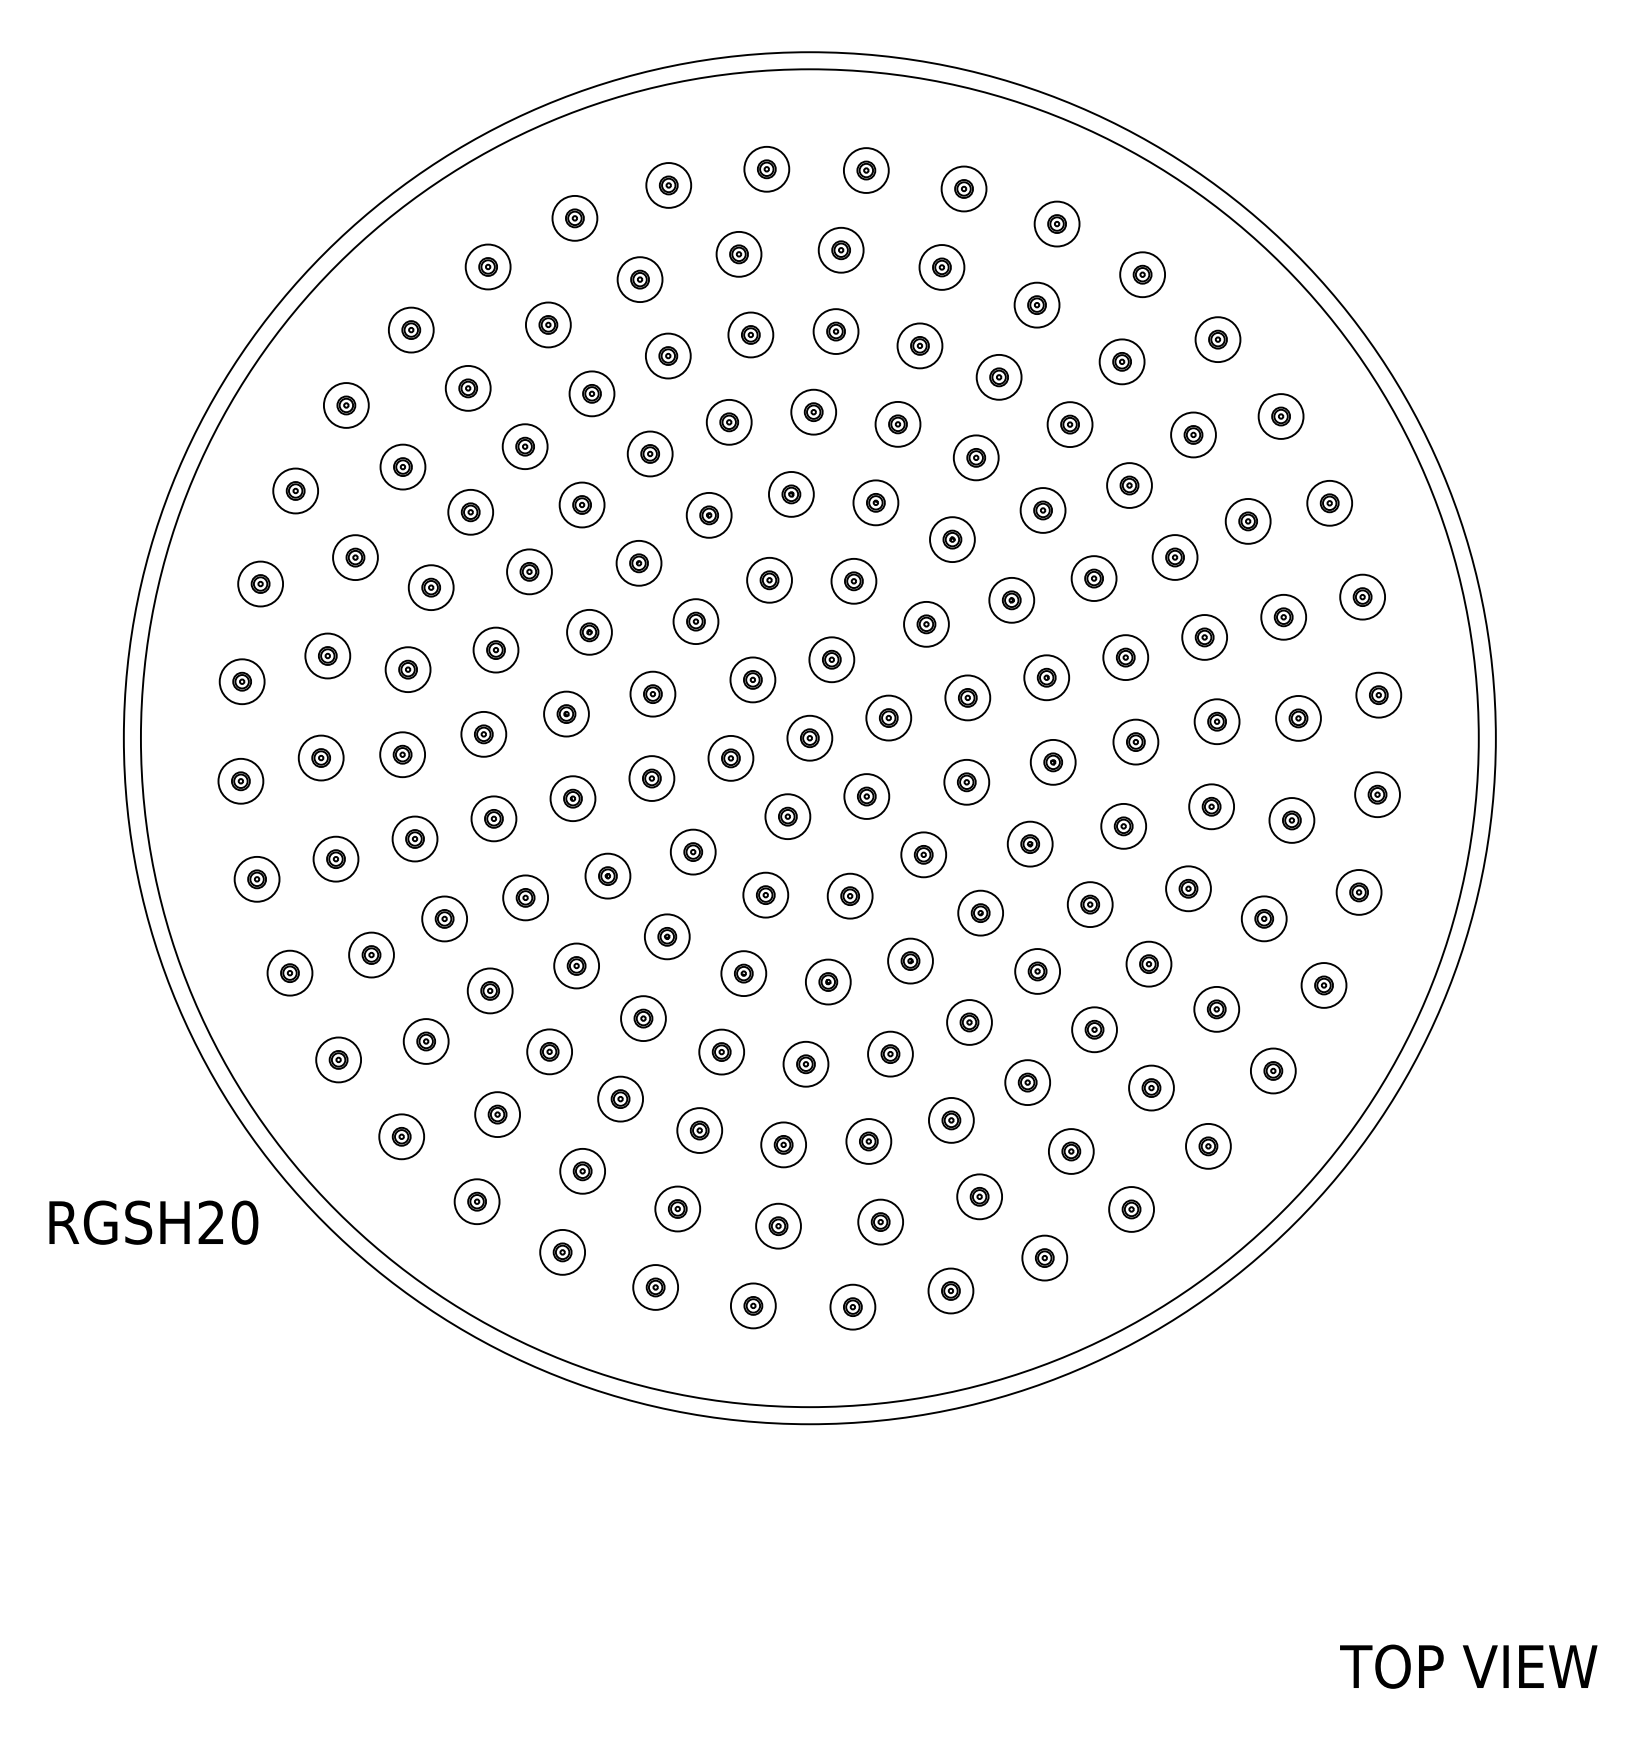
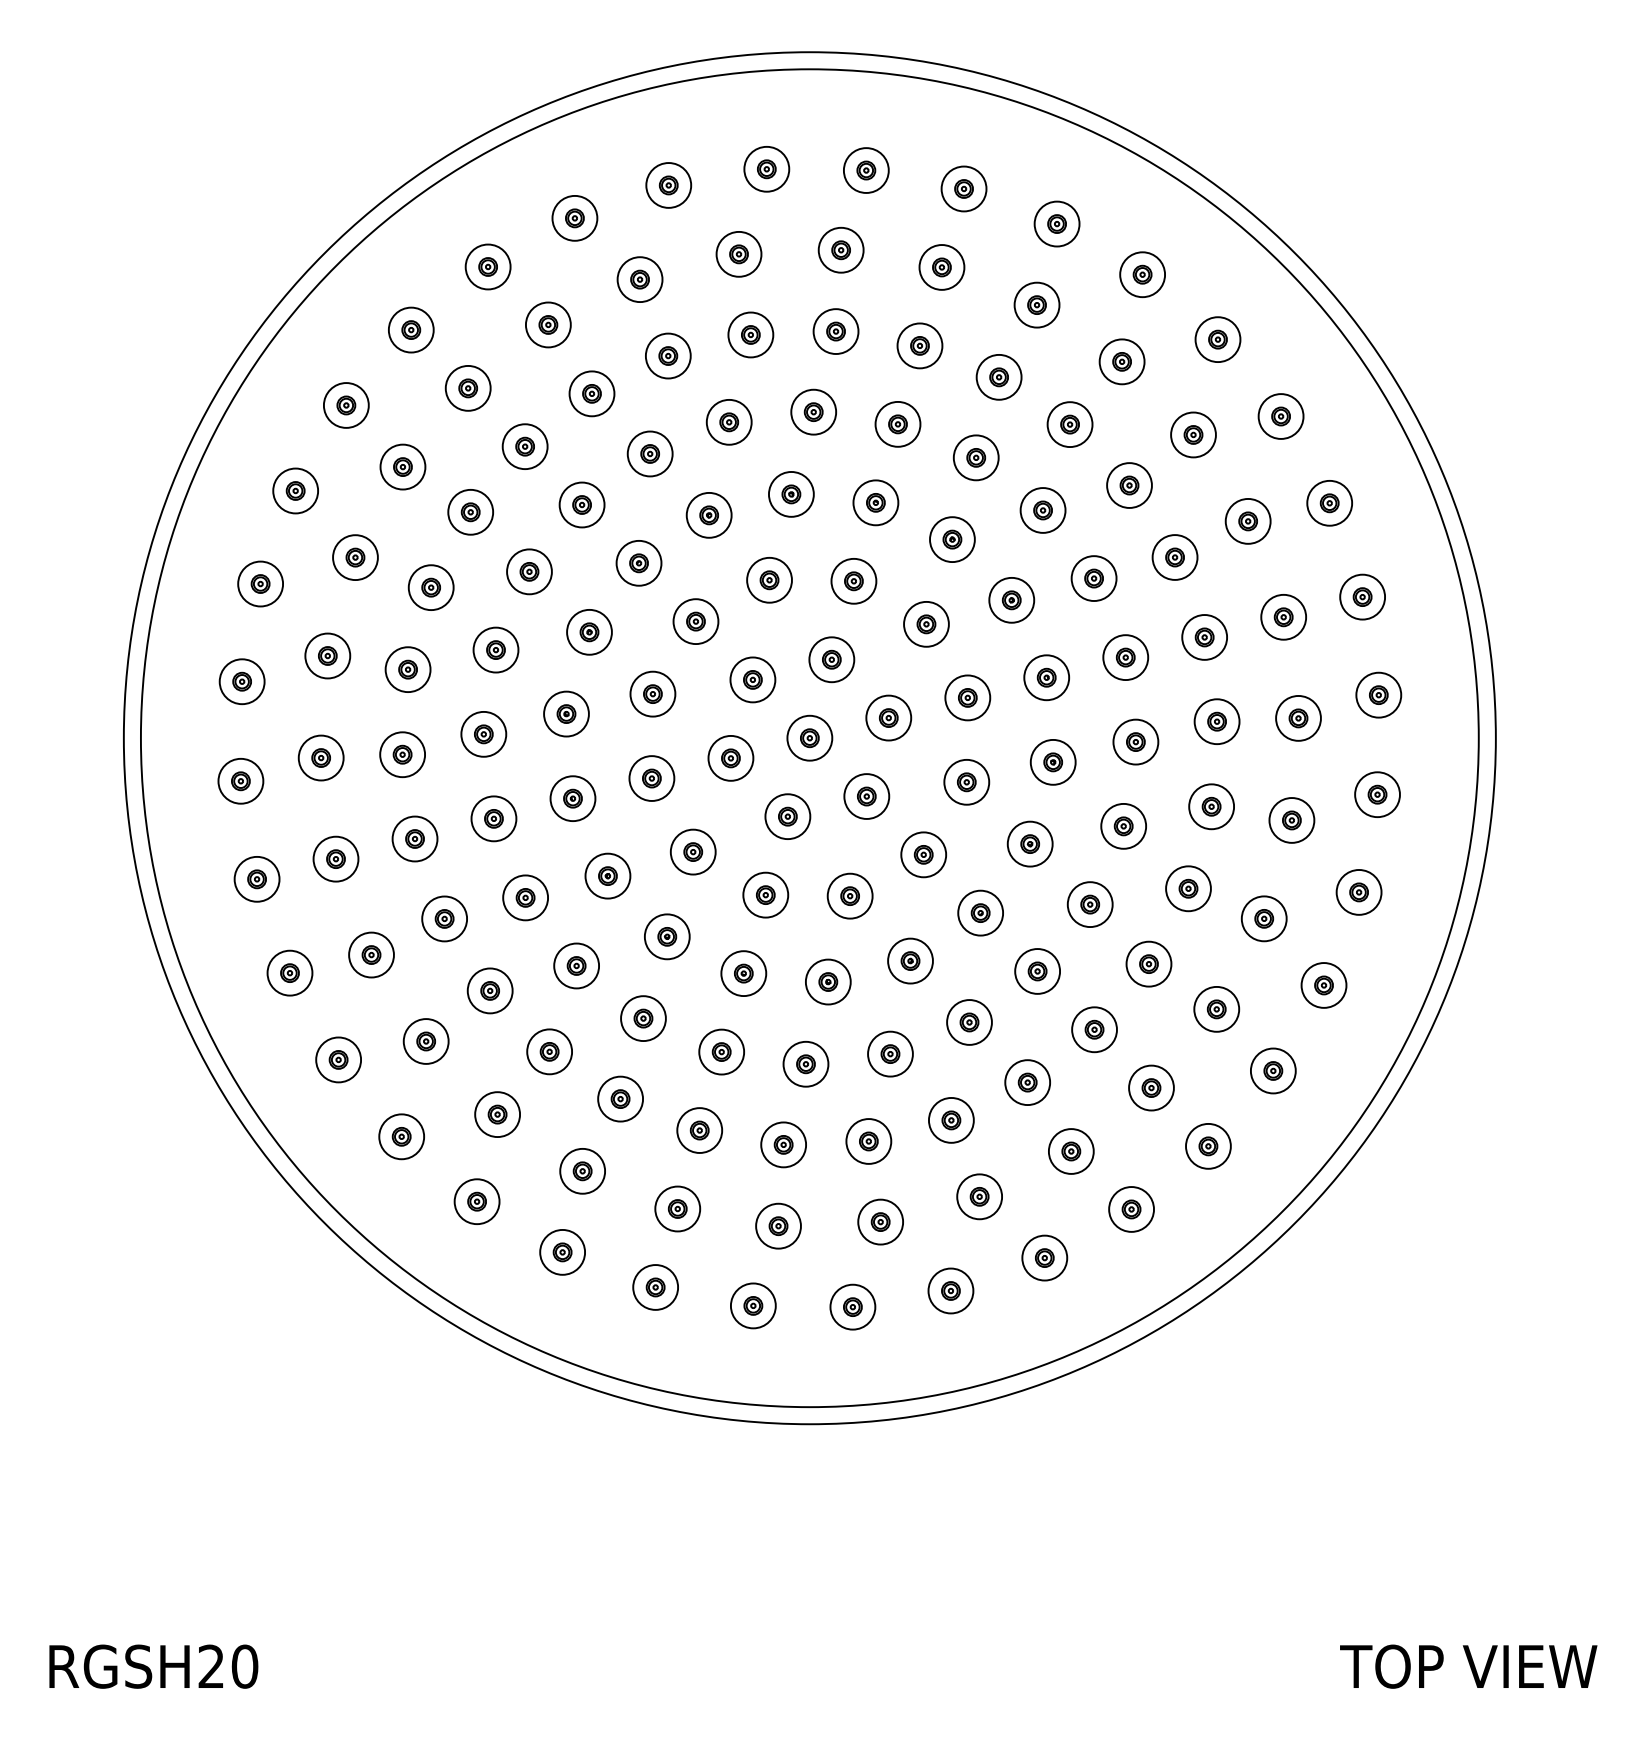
text at (153, 1222) position: (153, 1222) -> (153, 1666)
